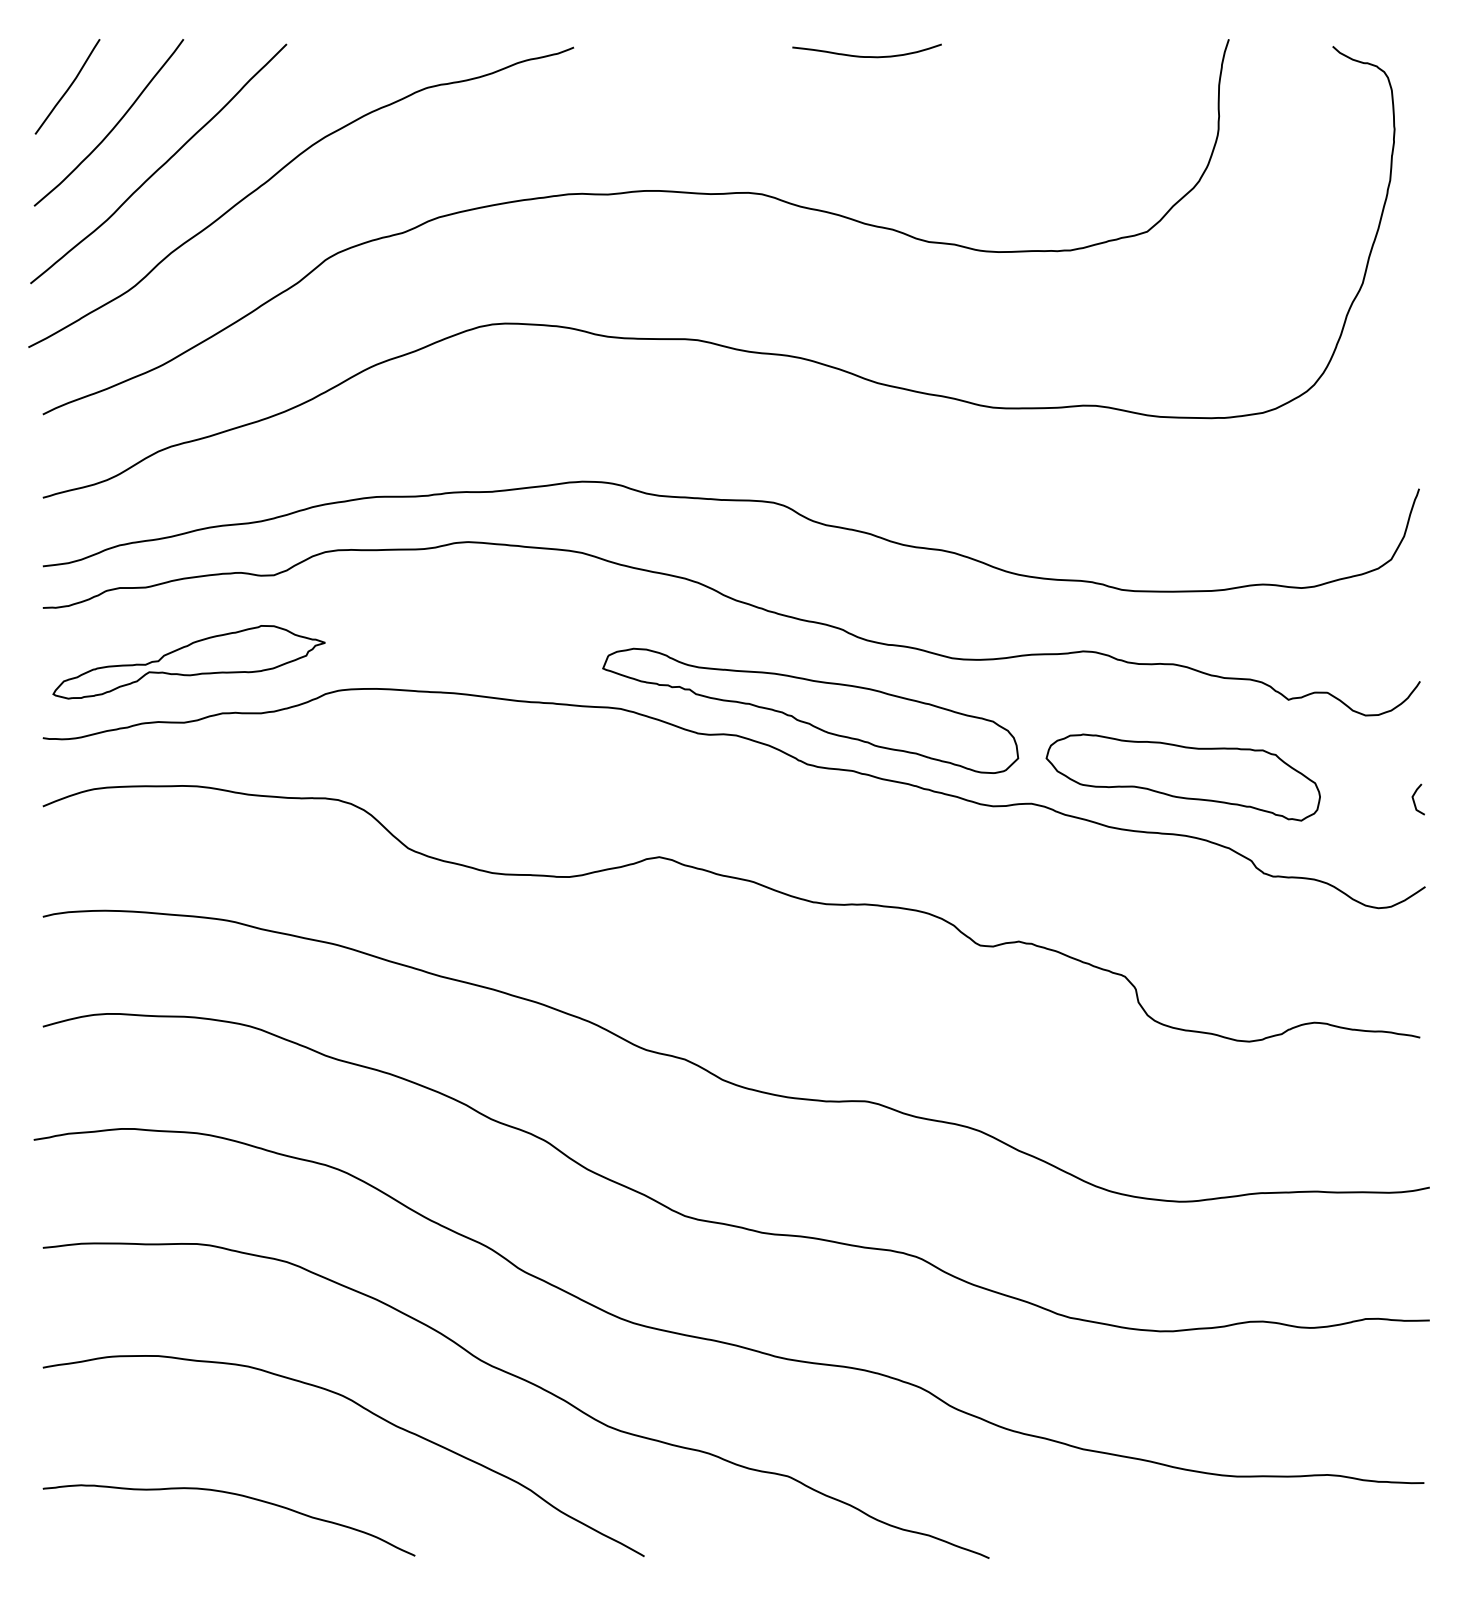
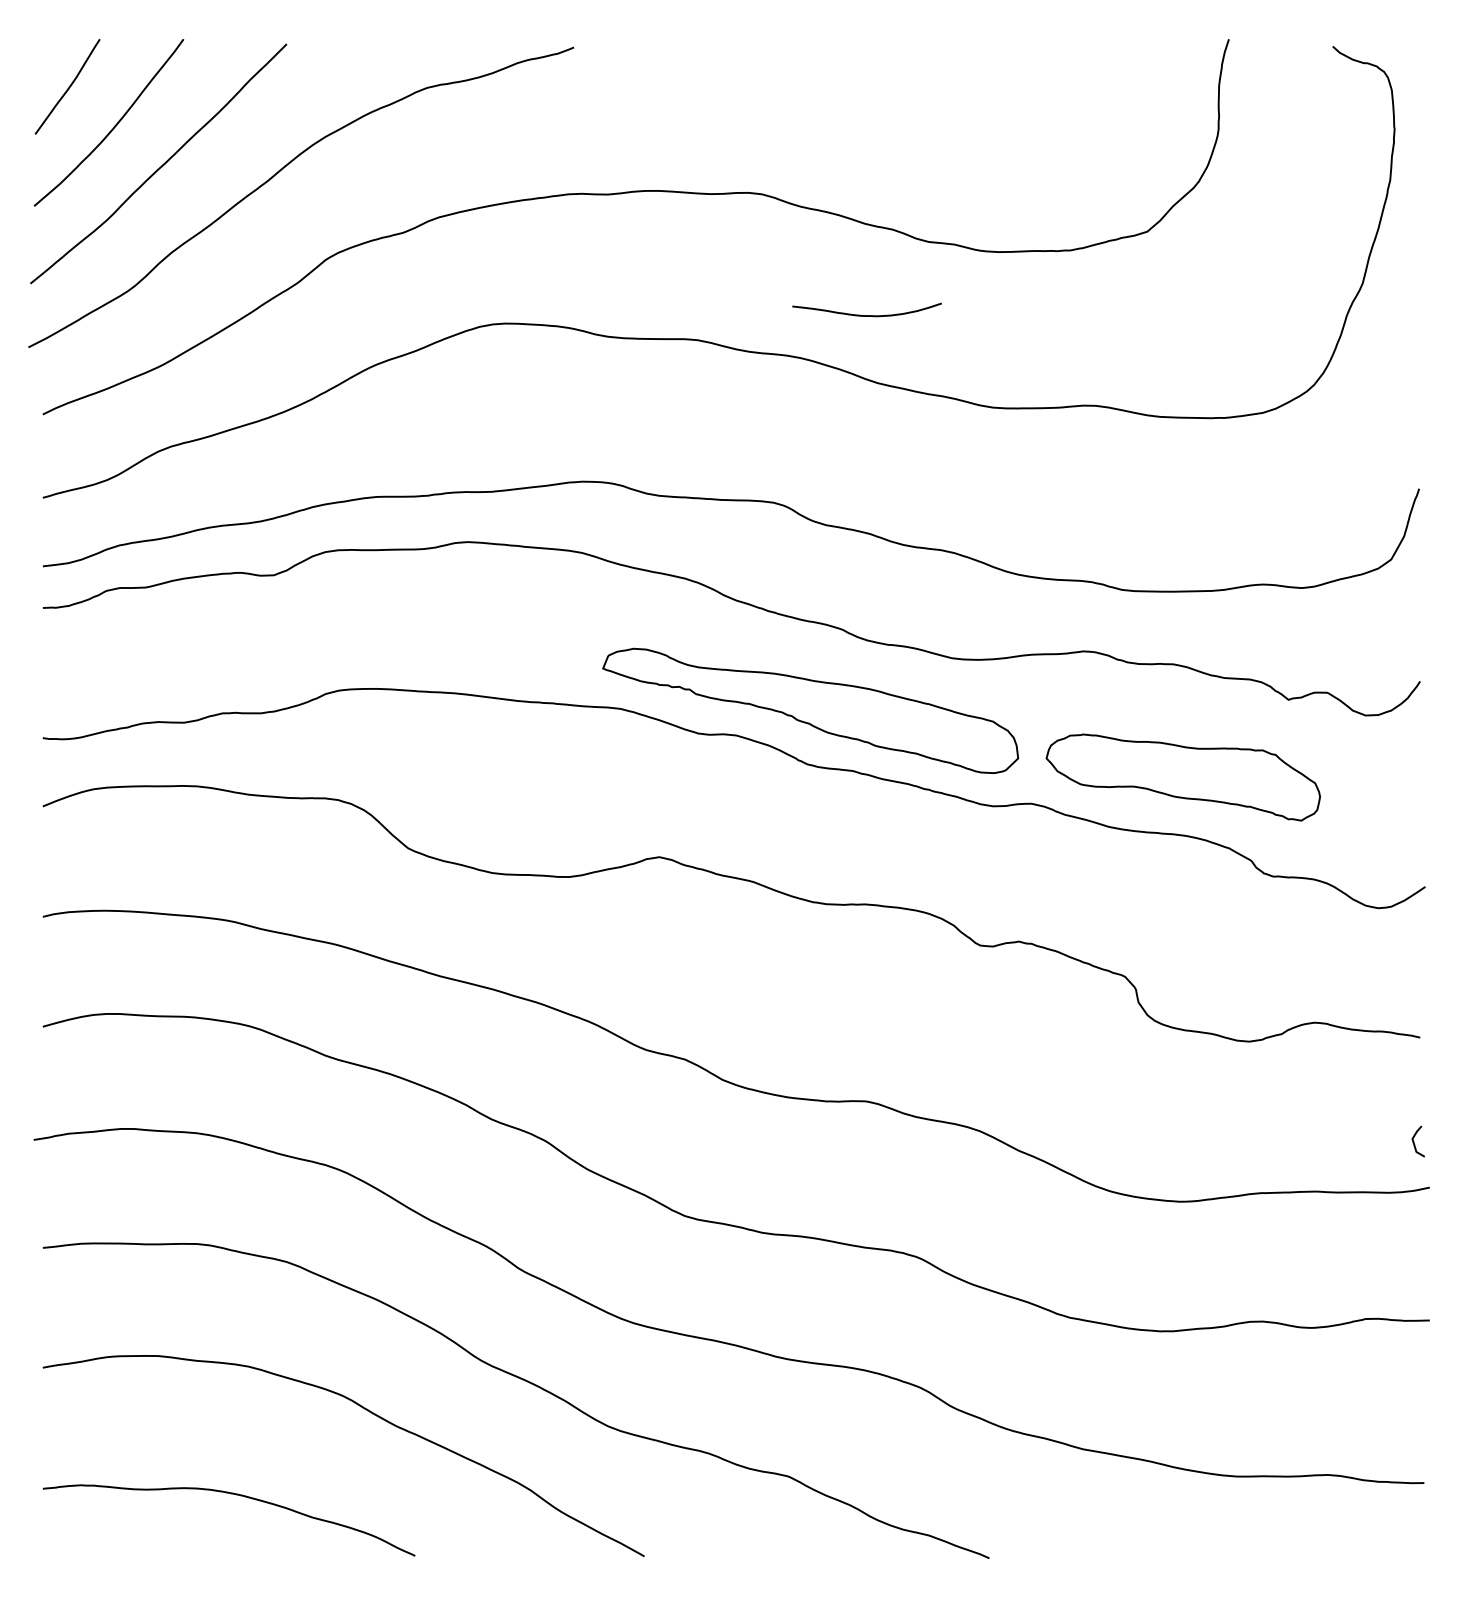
curve at (866, 56) position: (866, 56) -> (866, 315)
part at (188, 662): present -> none
curve at (1414, 799) position: (1414, 799) -> (1414, 1141)
